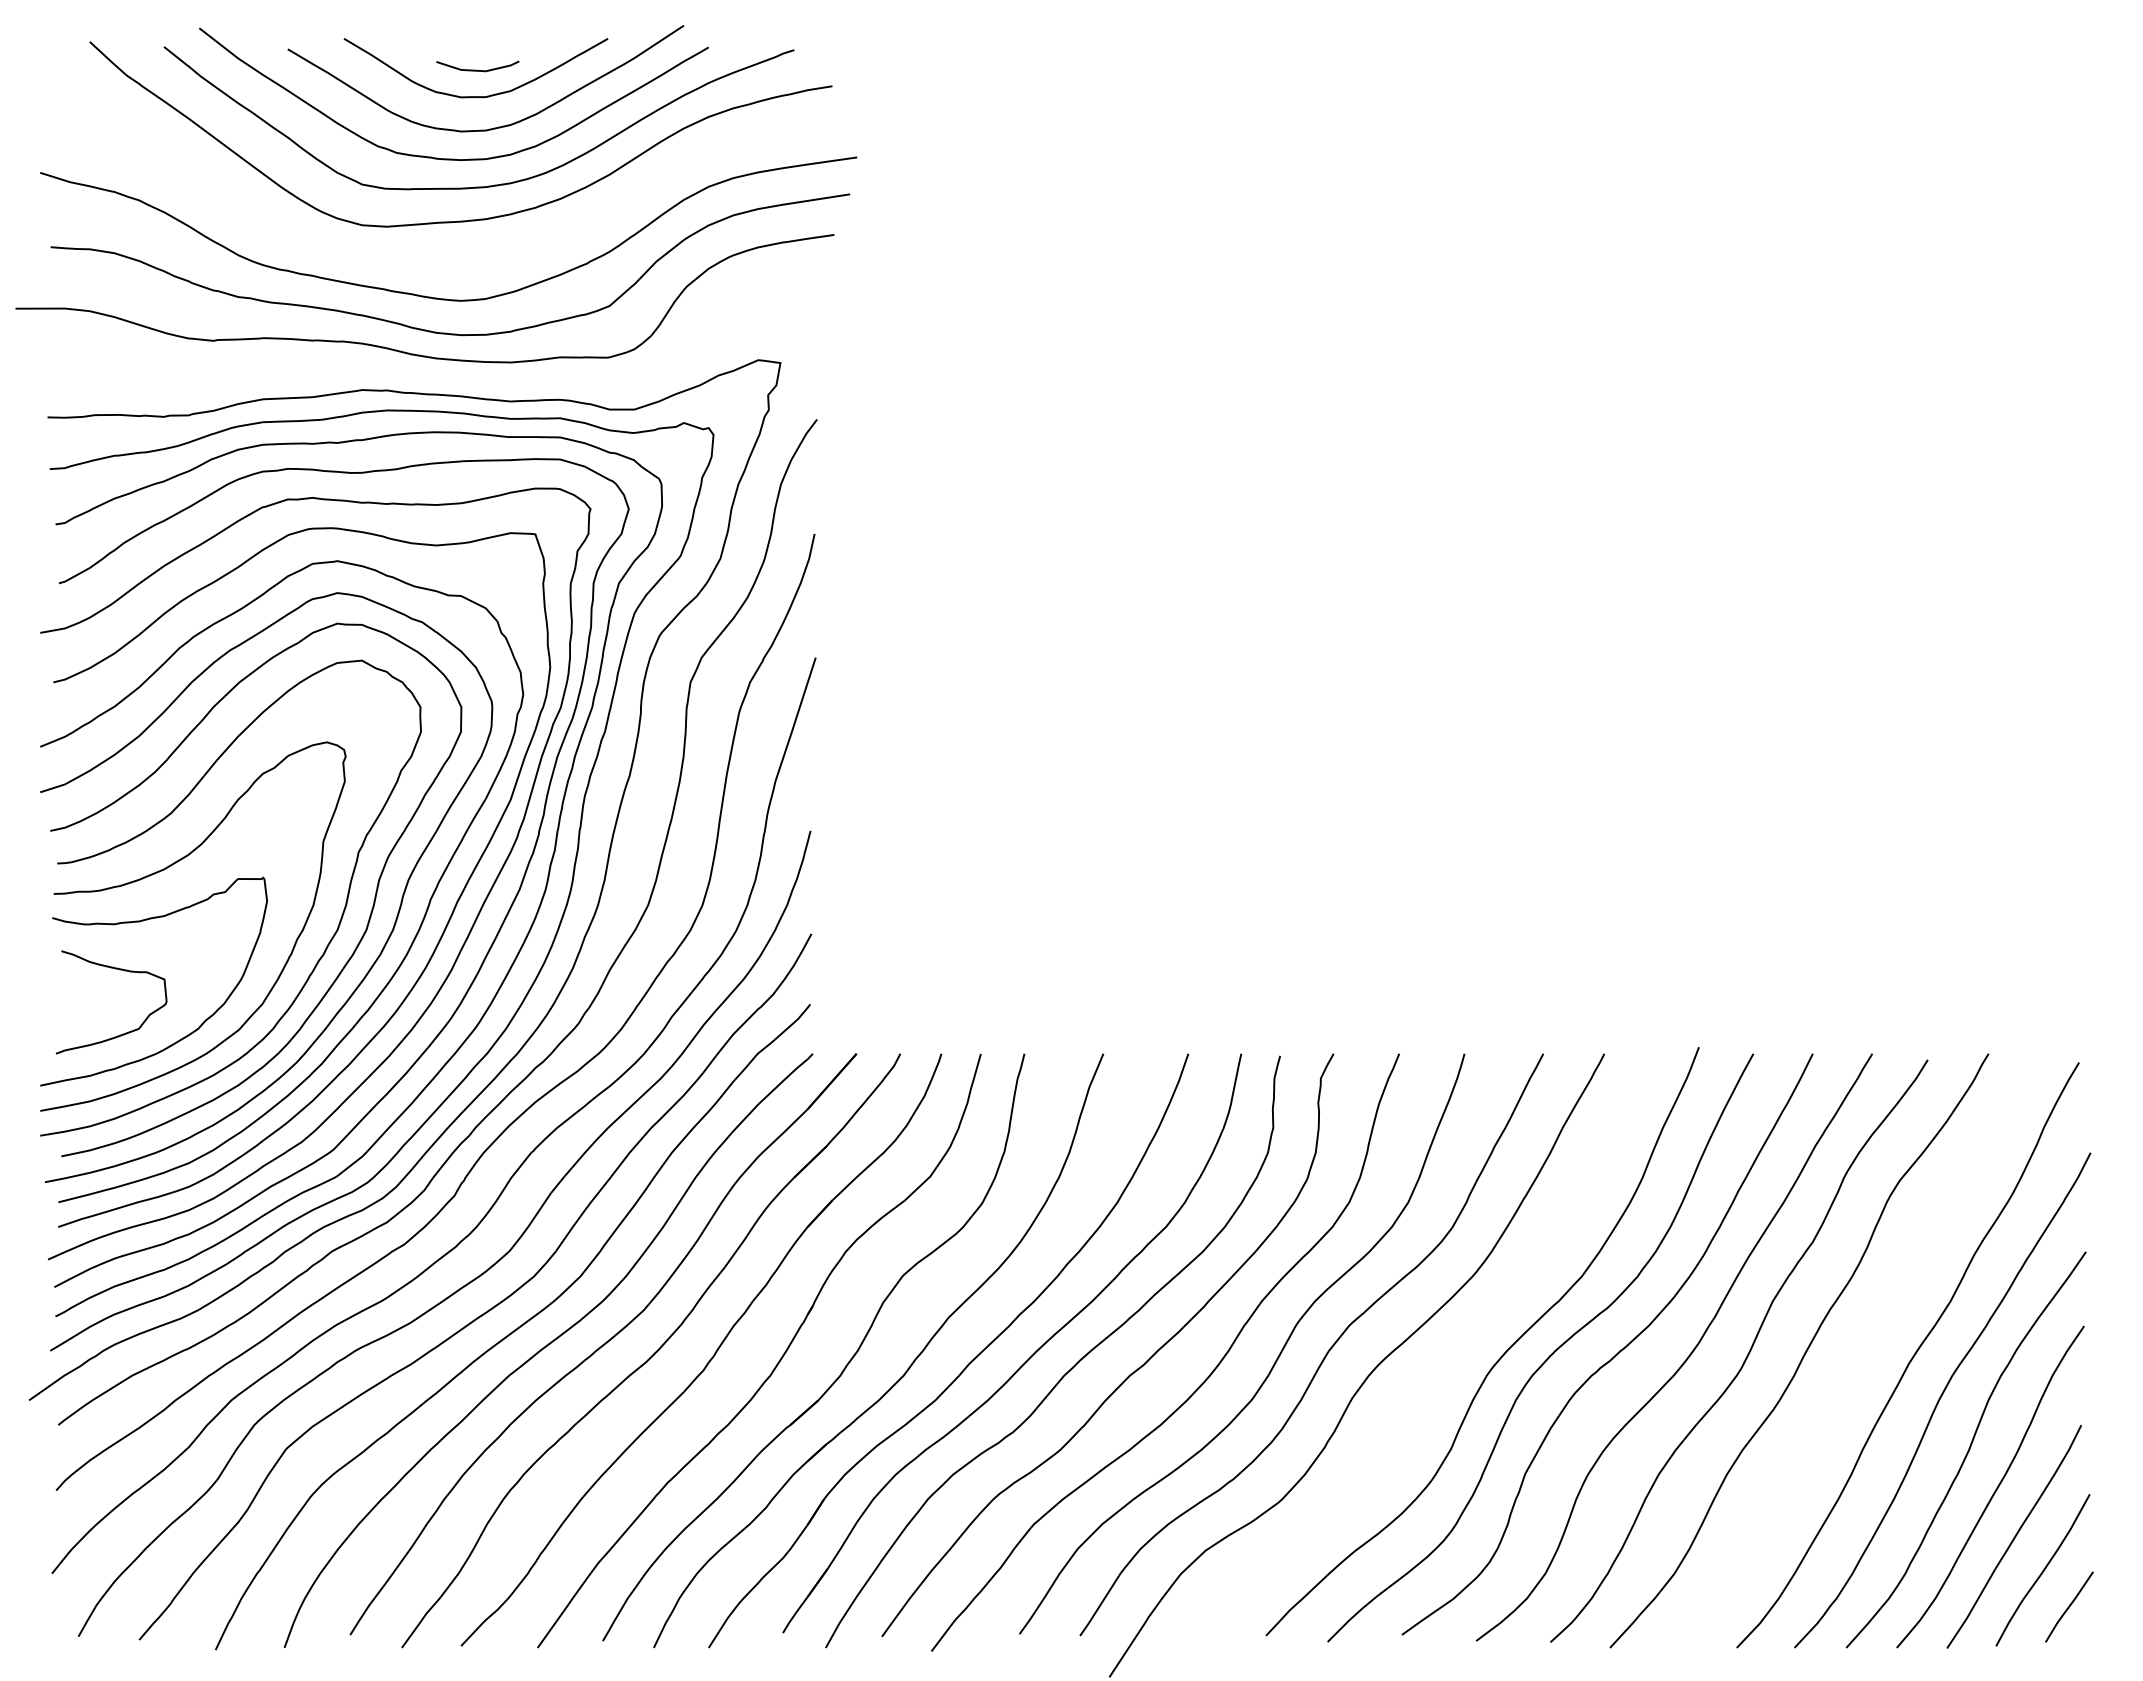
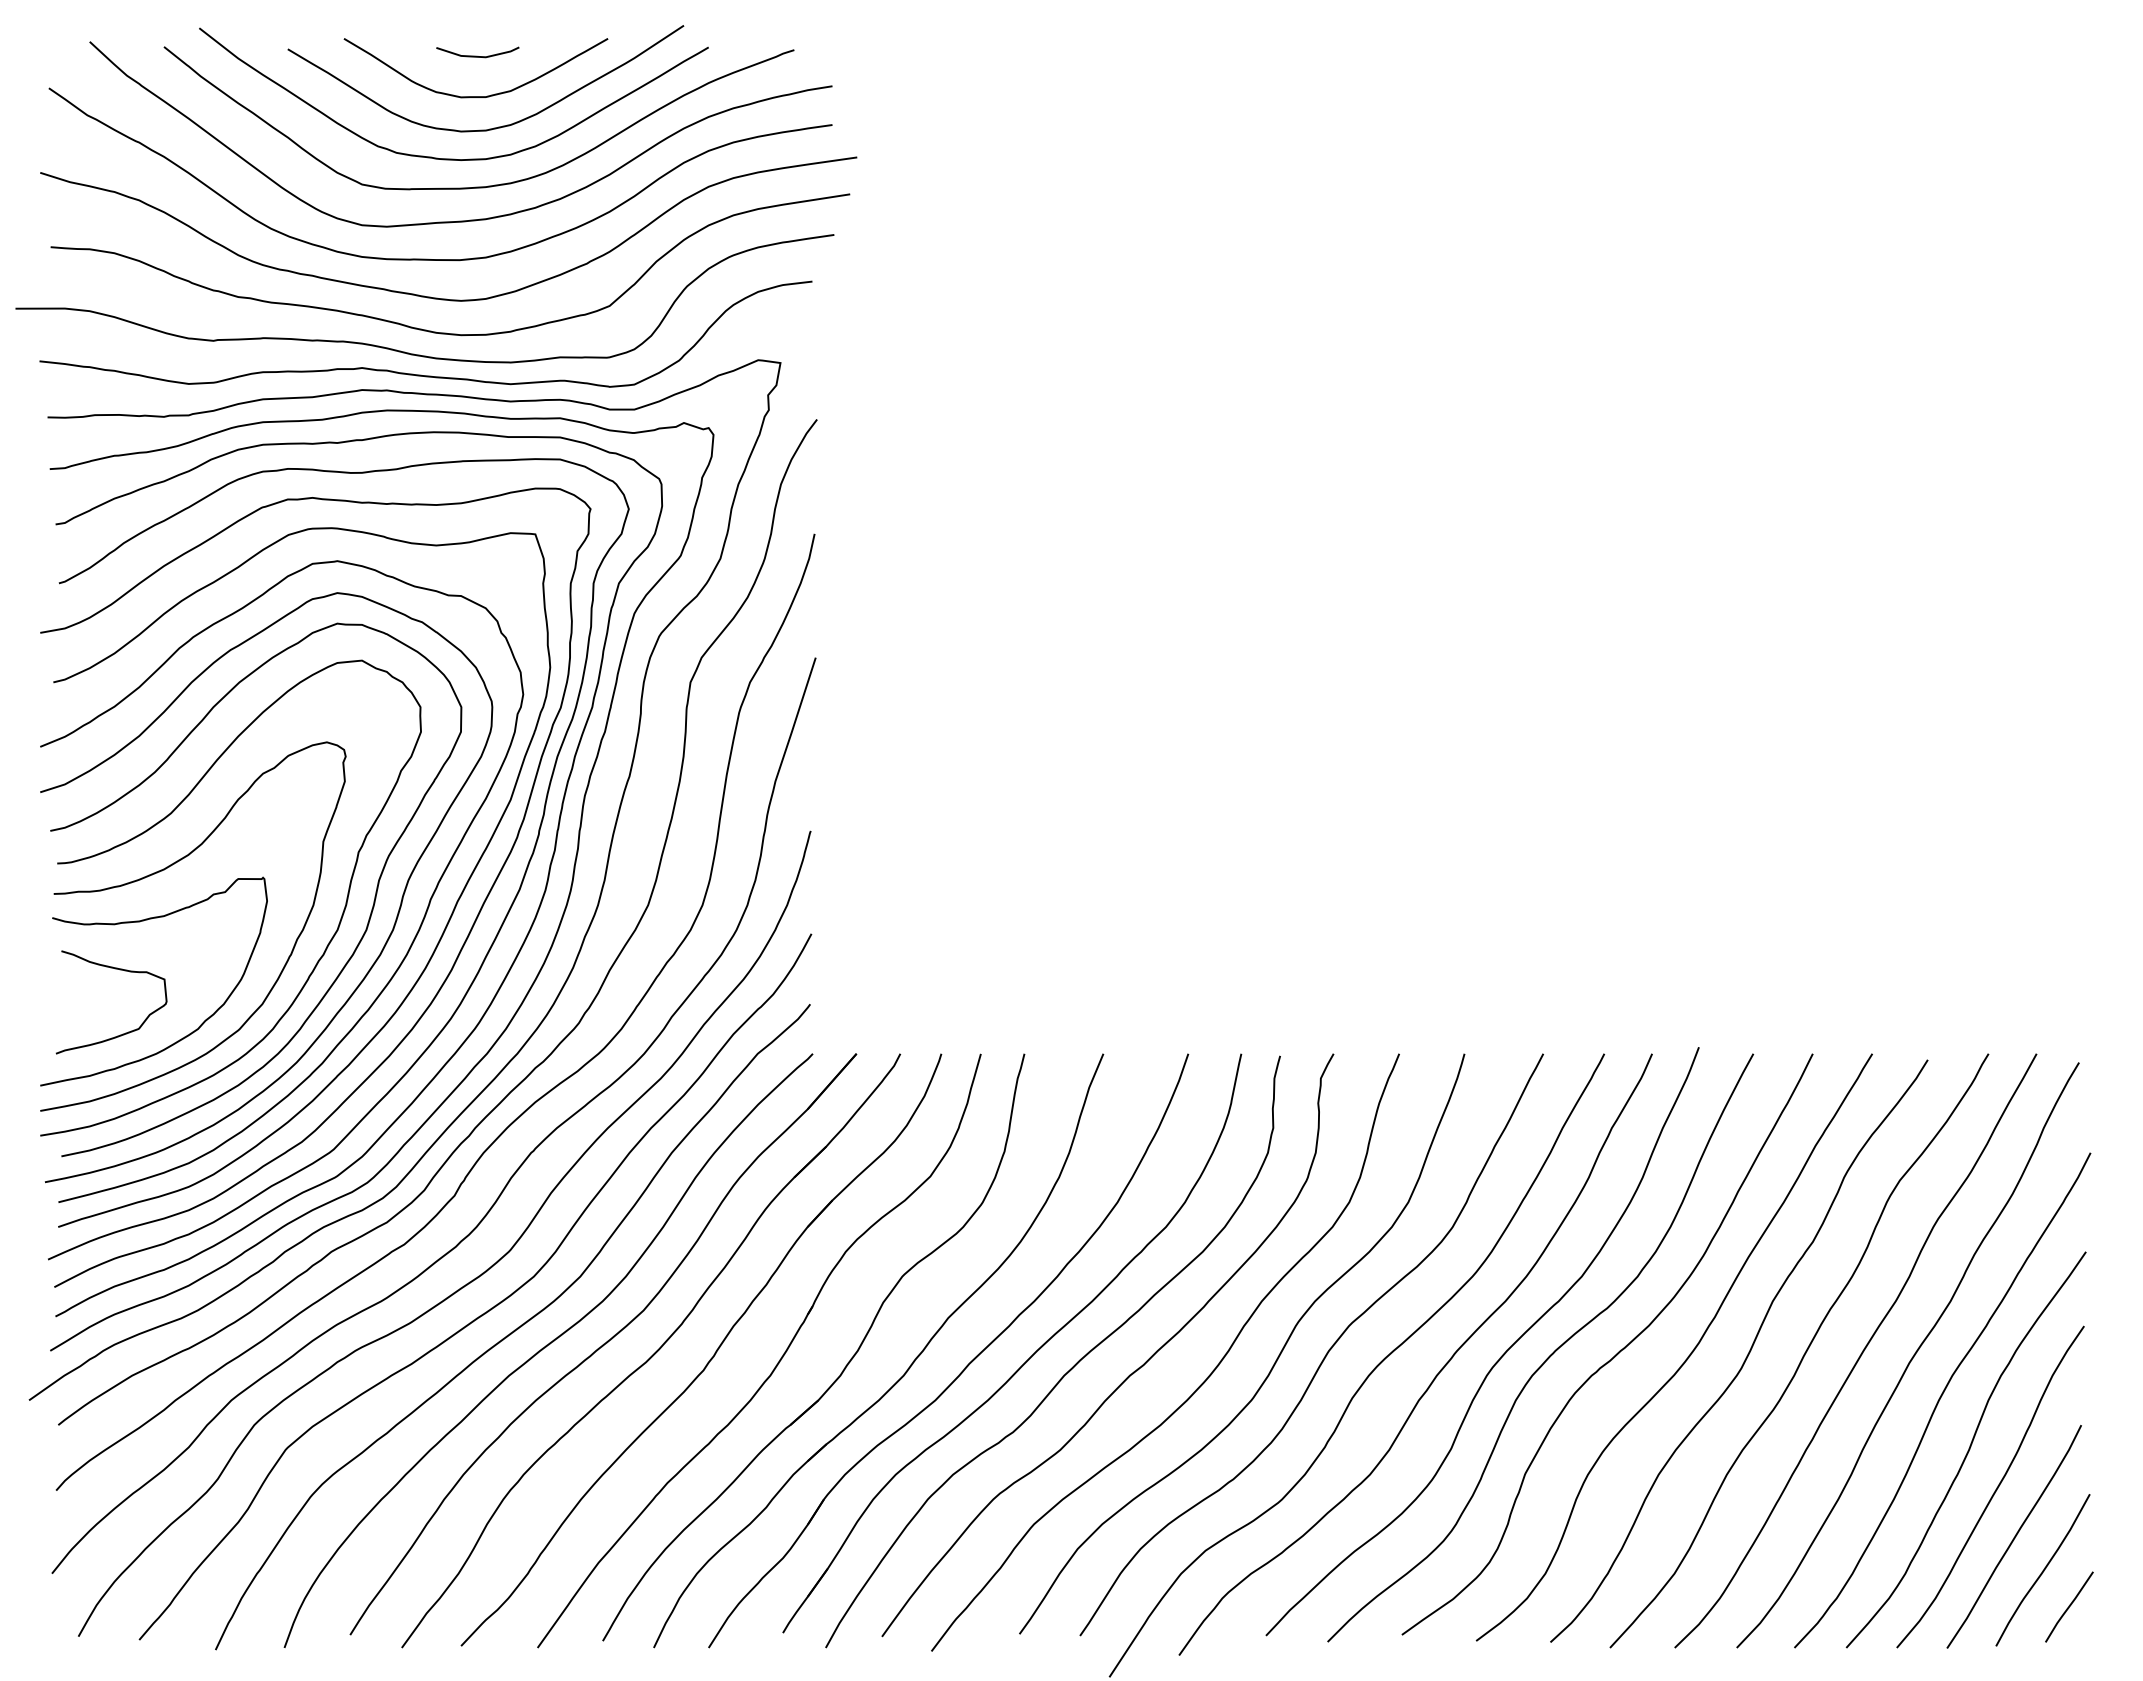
line at (477, 69) position: (477, 69) -> (477, 55)
curve at (428, 258): none -> present
curve at (421, 374): none -> present
curve at (1860, 1353): none -> present
curve at (1439, 1370): none -> present
